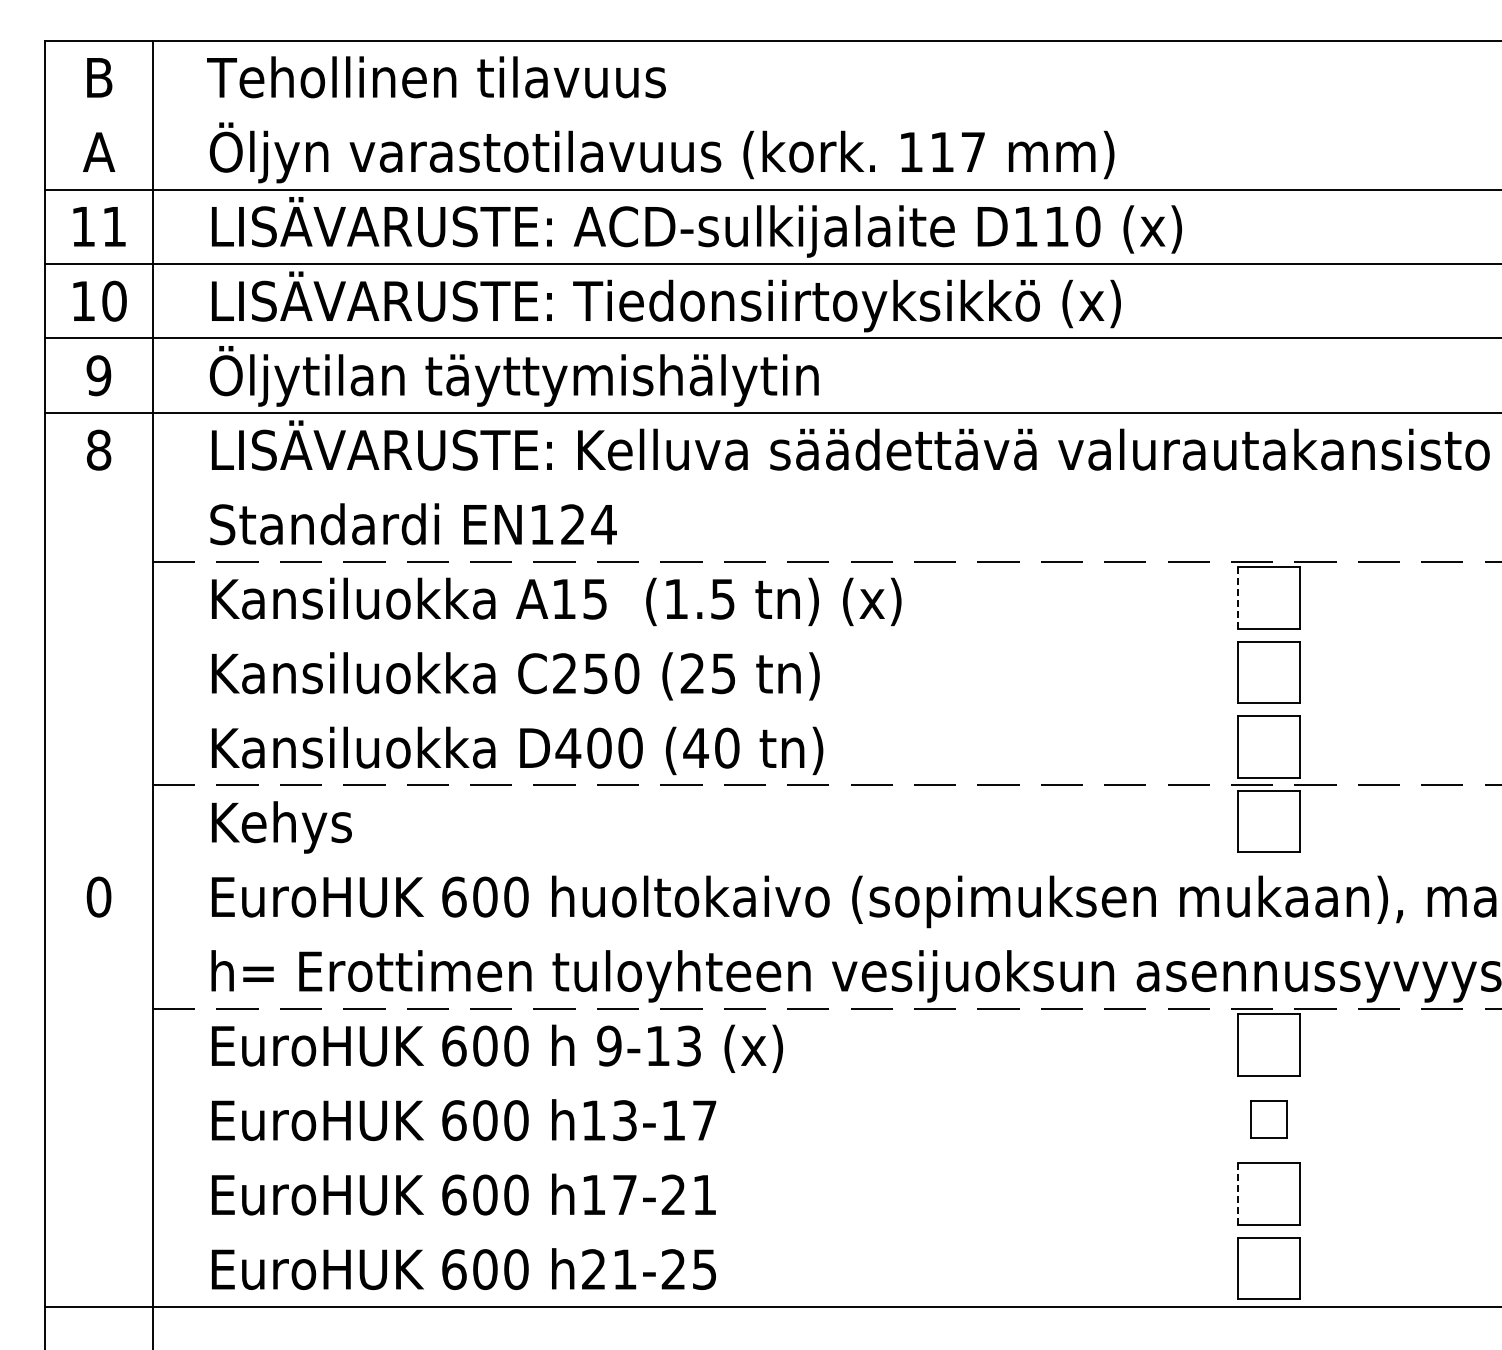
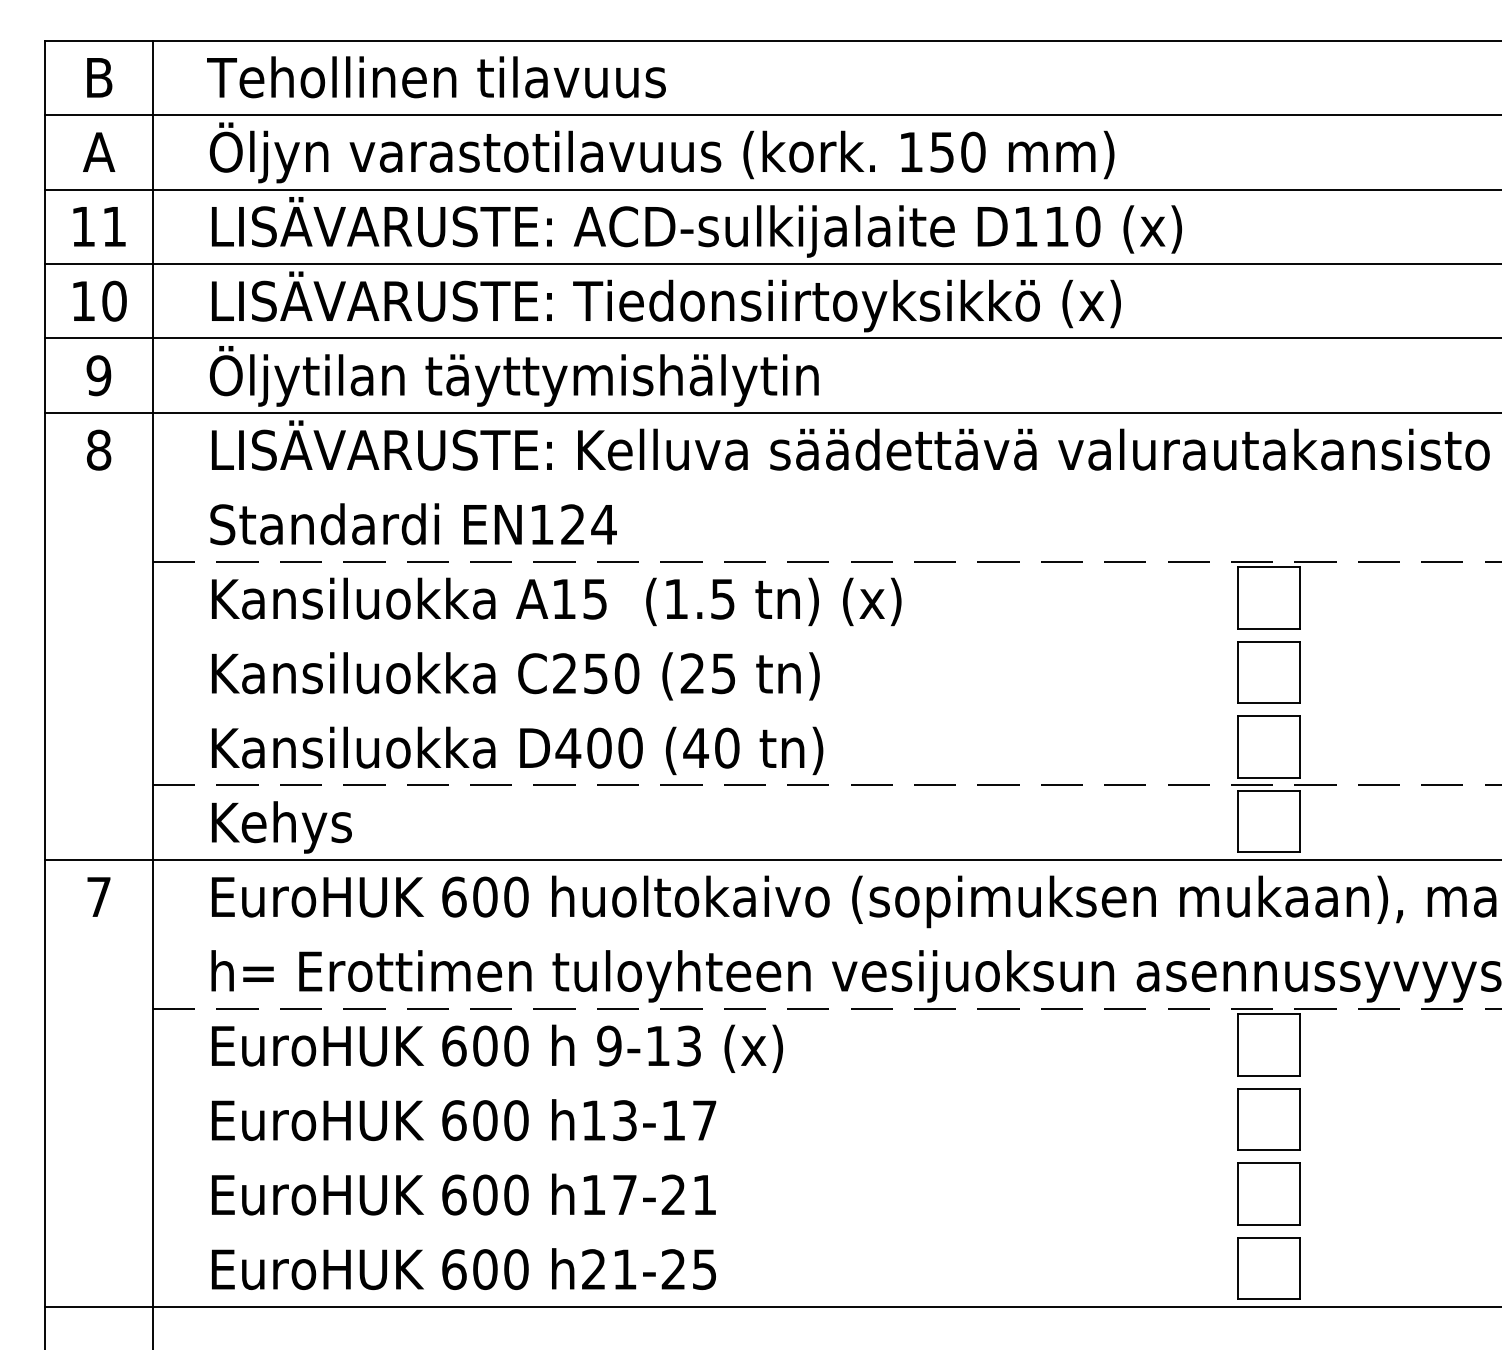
line at (771, 115): none -> present
text at (957, 151): 117 -> 150
line at (1238, 597): dashed -> solid
line at (771, 859): none -> present
text at (98, 896): 0 -> 7
part at (1268, 1119) size: 38x39 px -> 64x63 px
line at (1238, 1193): dashed -> solid
